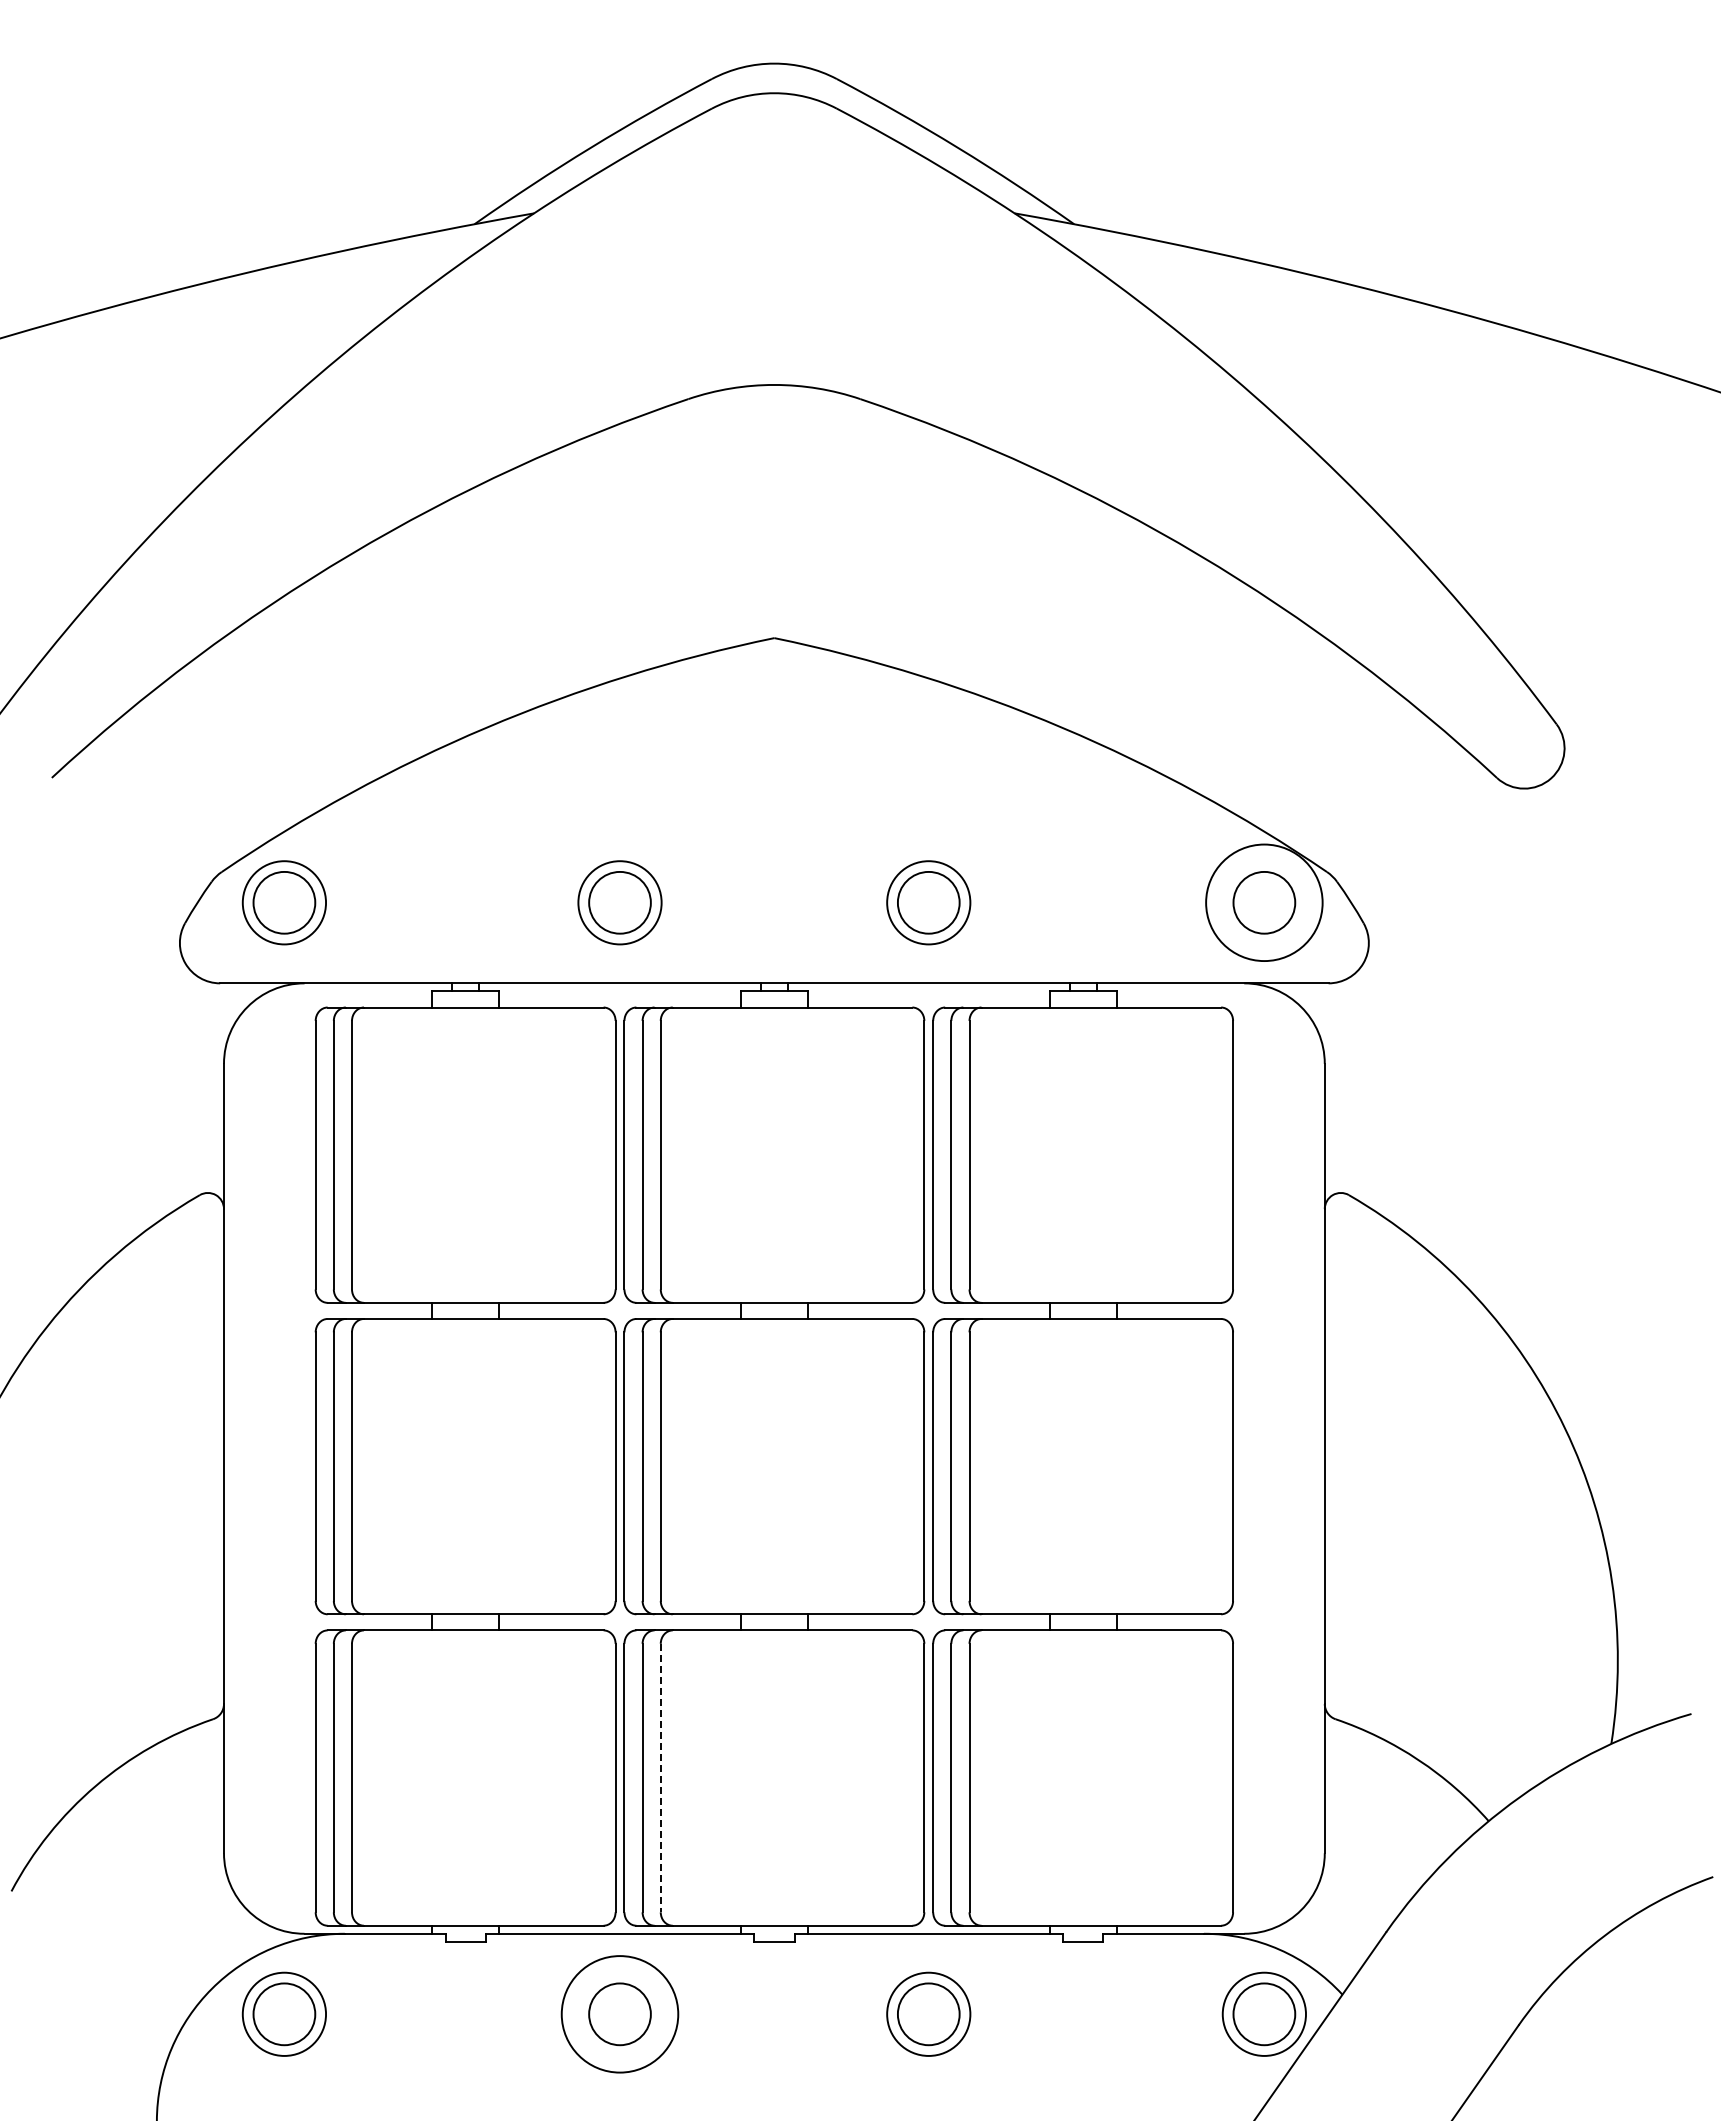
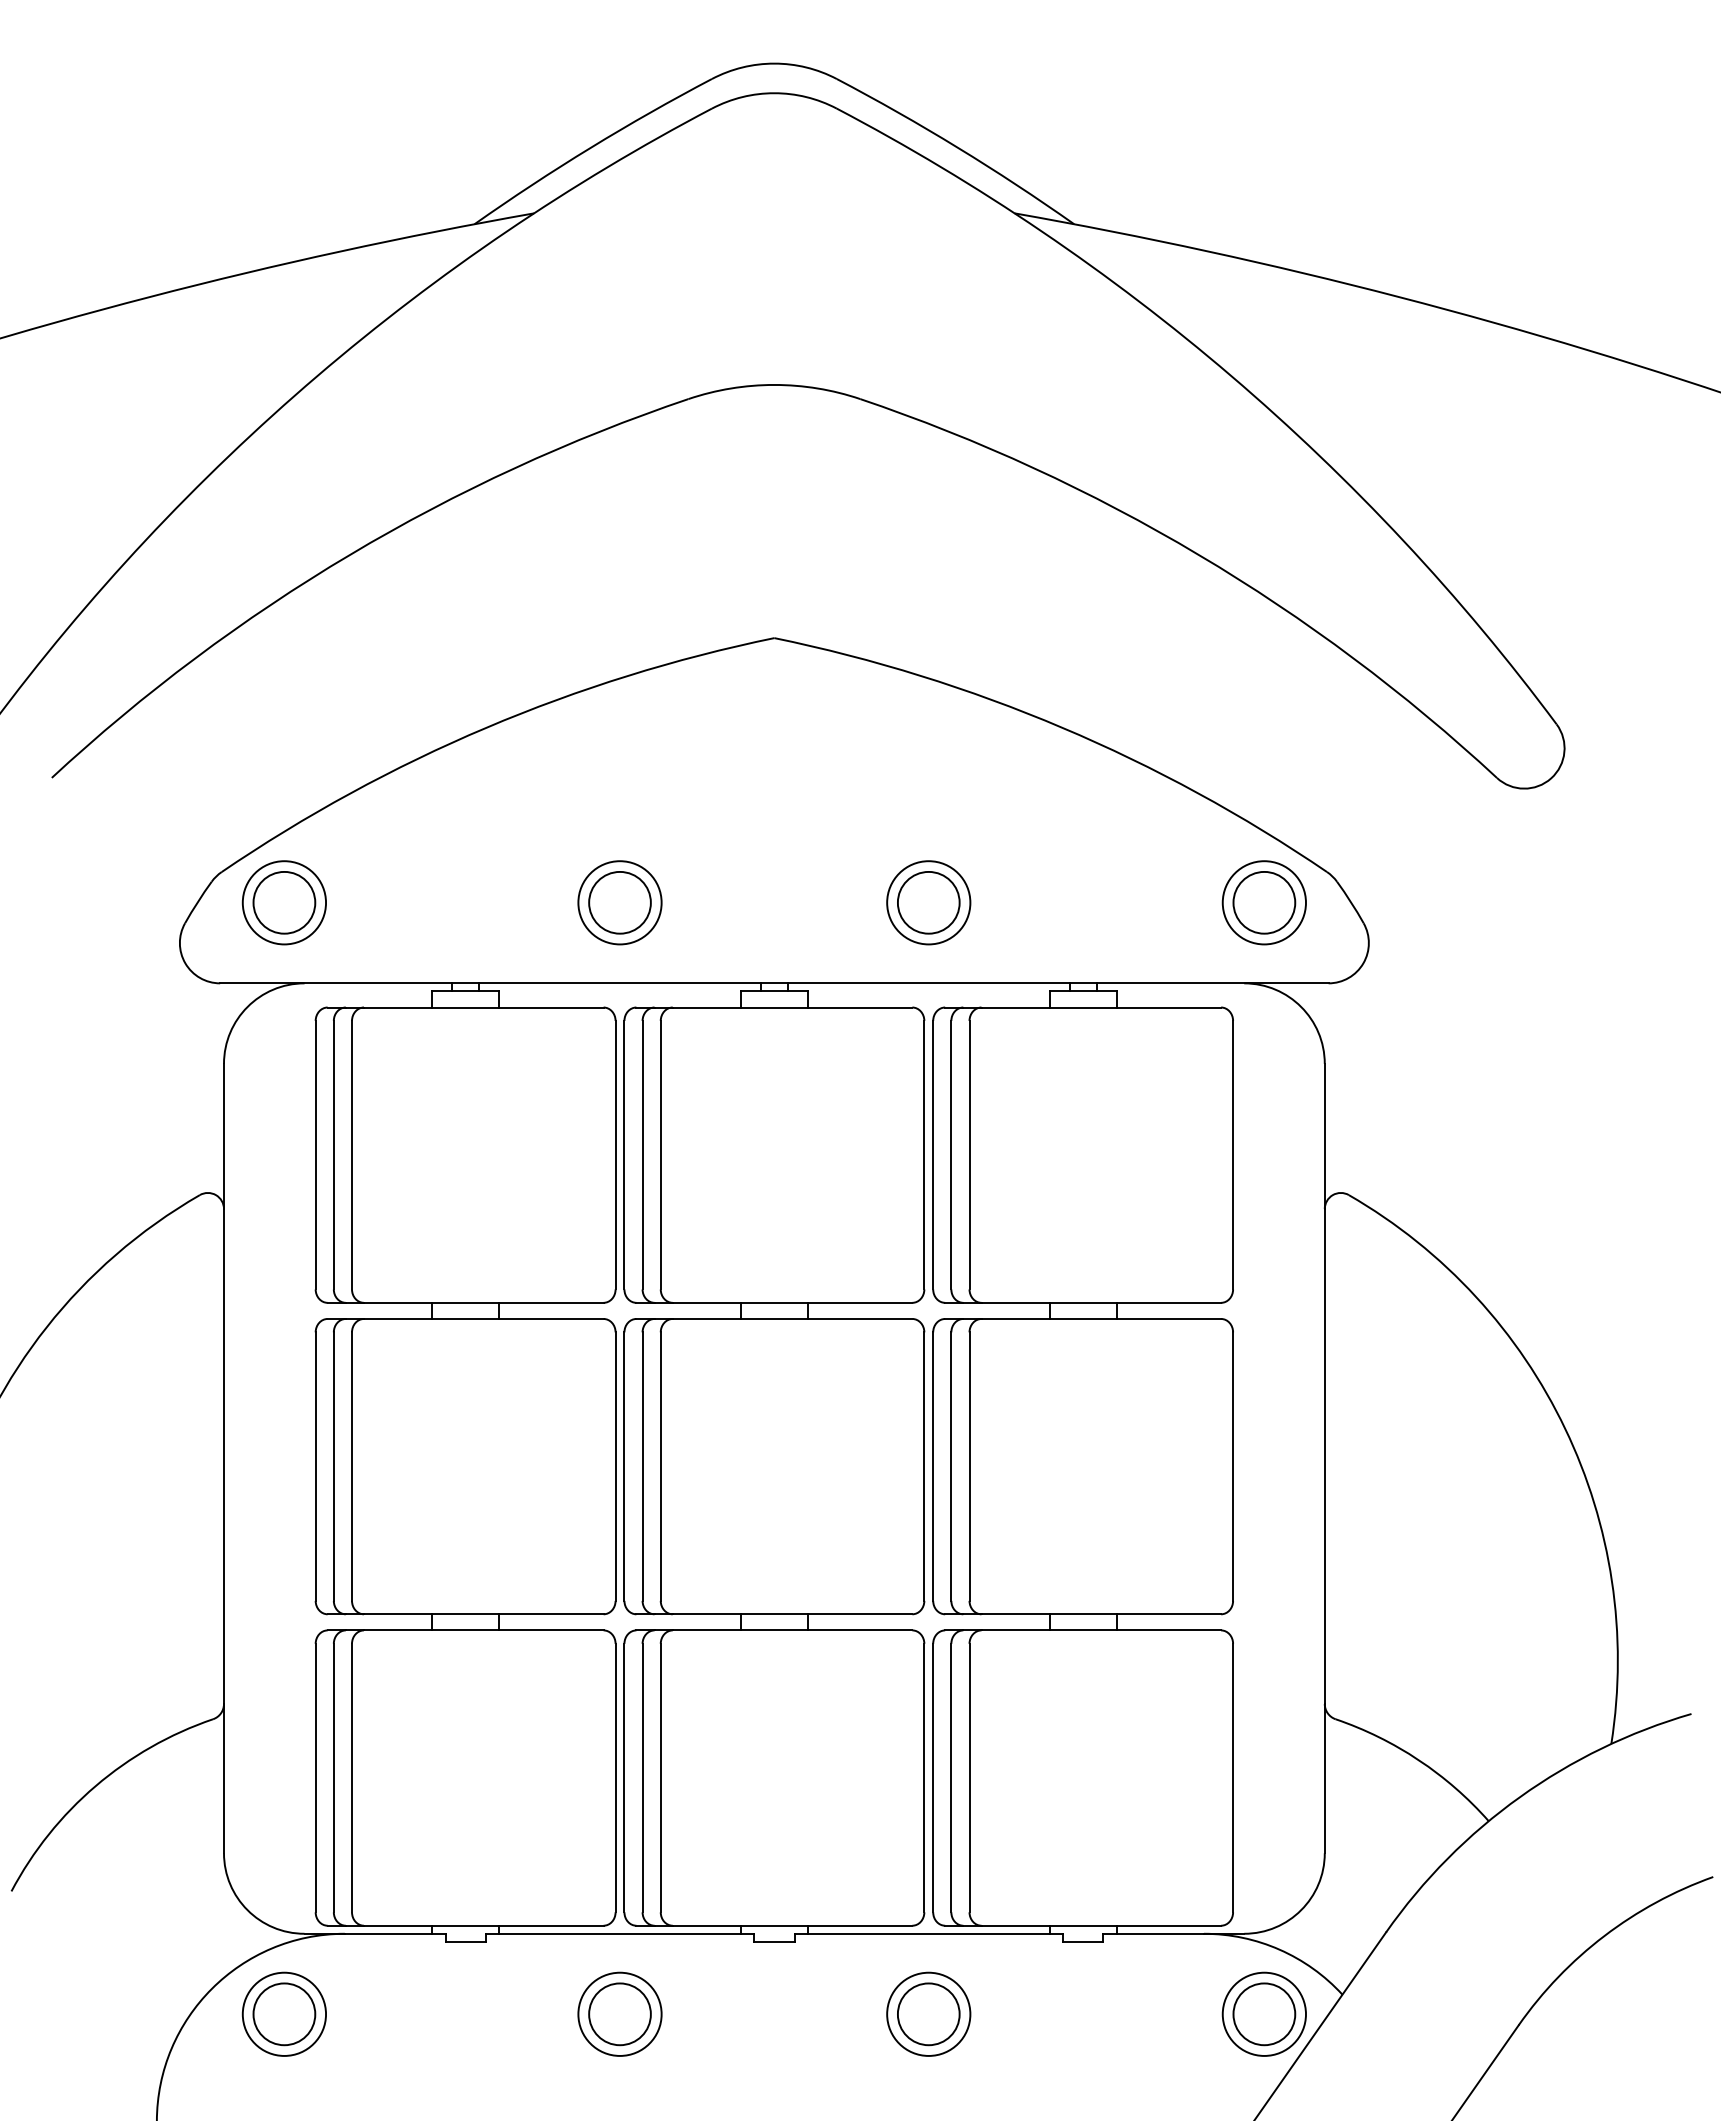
circle at (1264, 902) diameter: 117 px -> 83 px
line at (660, 1778): dashed -> solid
circle at (619, 2014) diameter: 117 px -> 83 px
